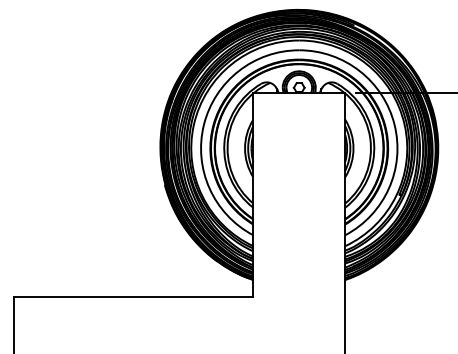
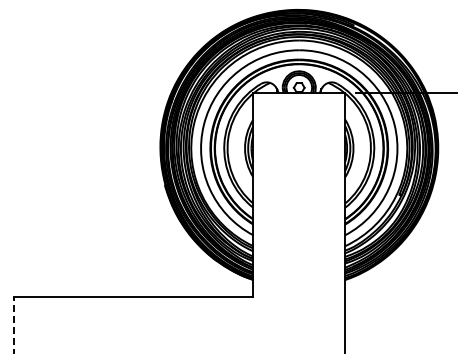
line at (14, 325): solid -> dashed
